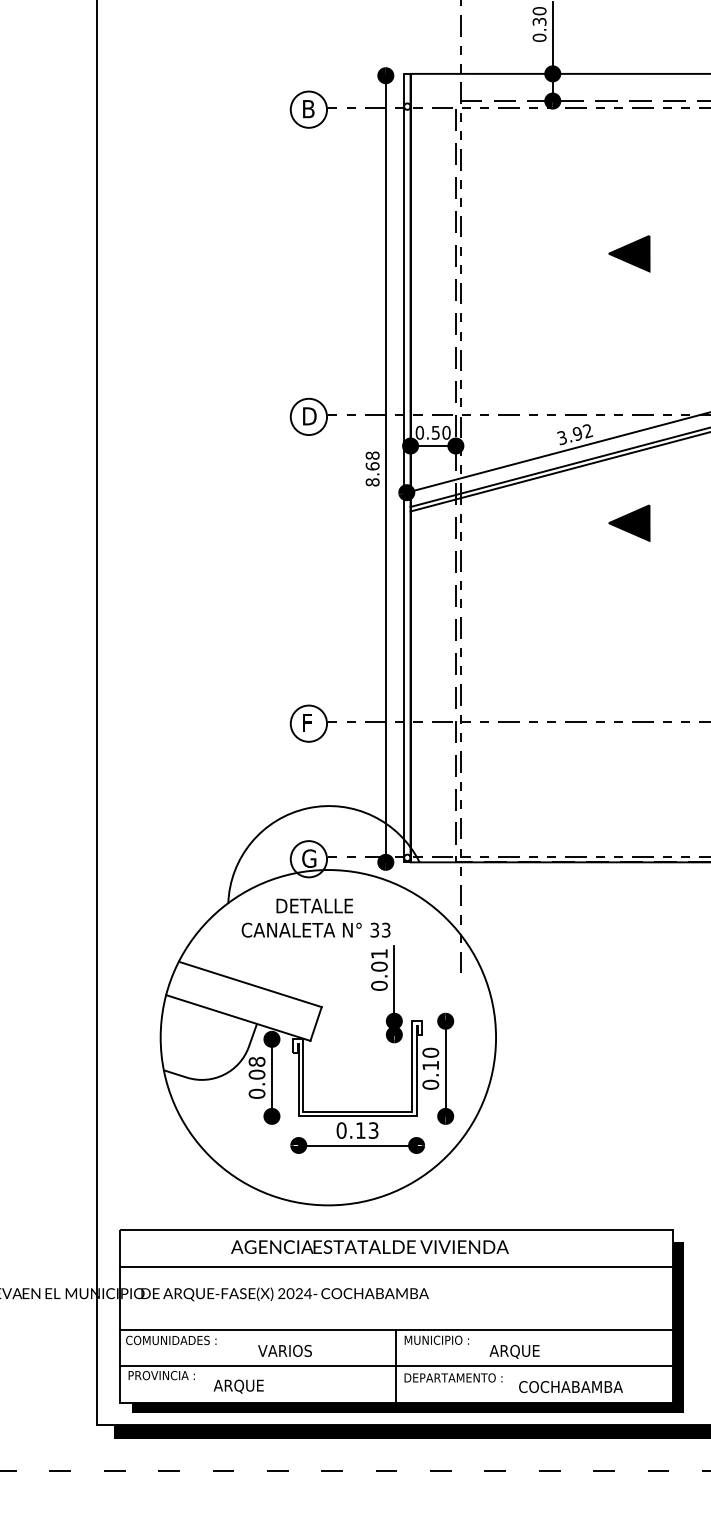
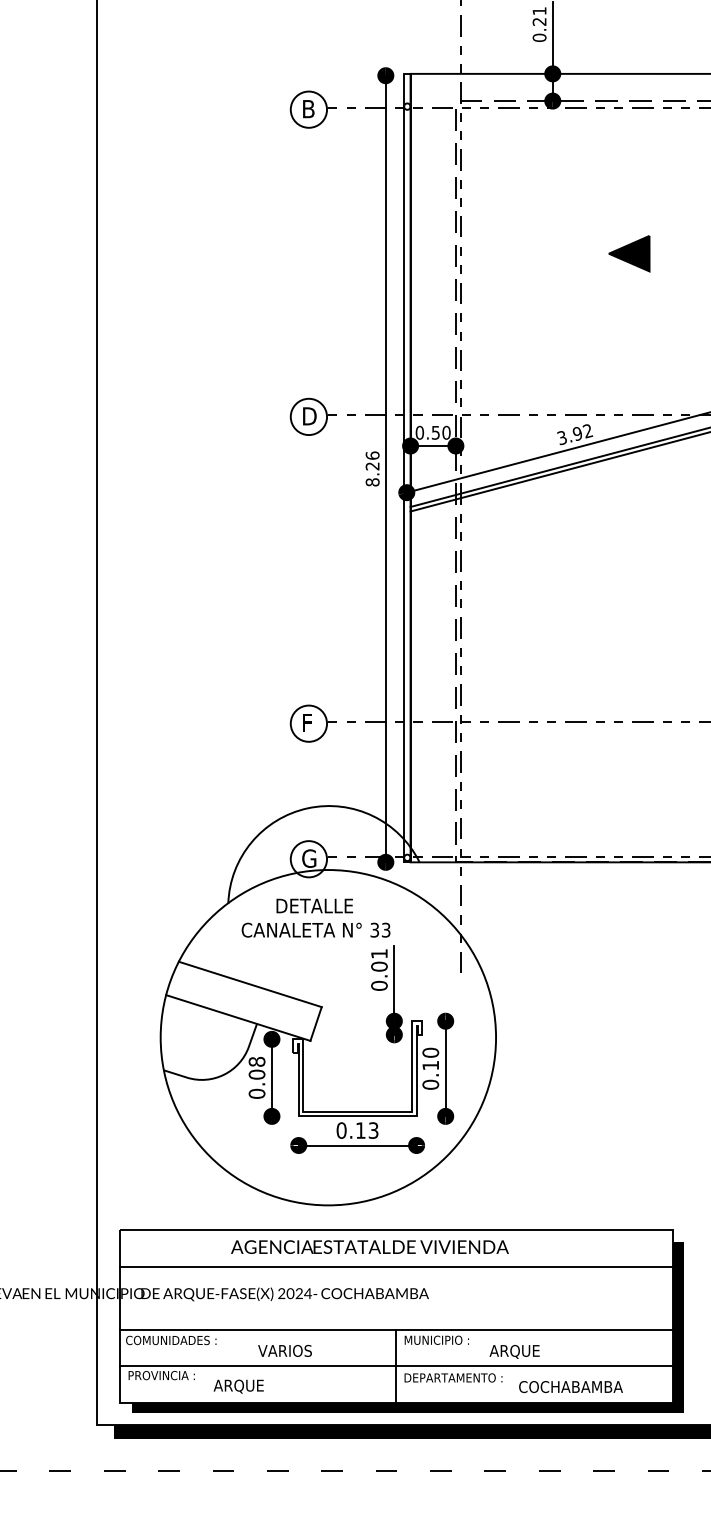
text at (539, 16): 0.30 -> 0.21
text at (372, 460): 8.68 -> 8.26
part at (629, 523): present -> none
